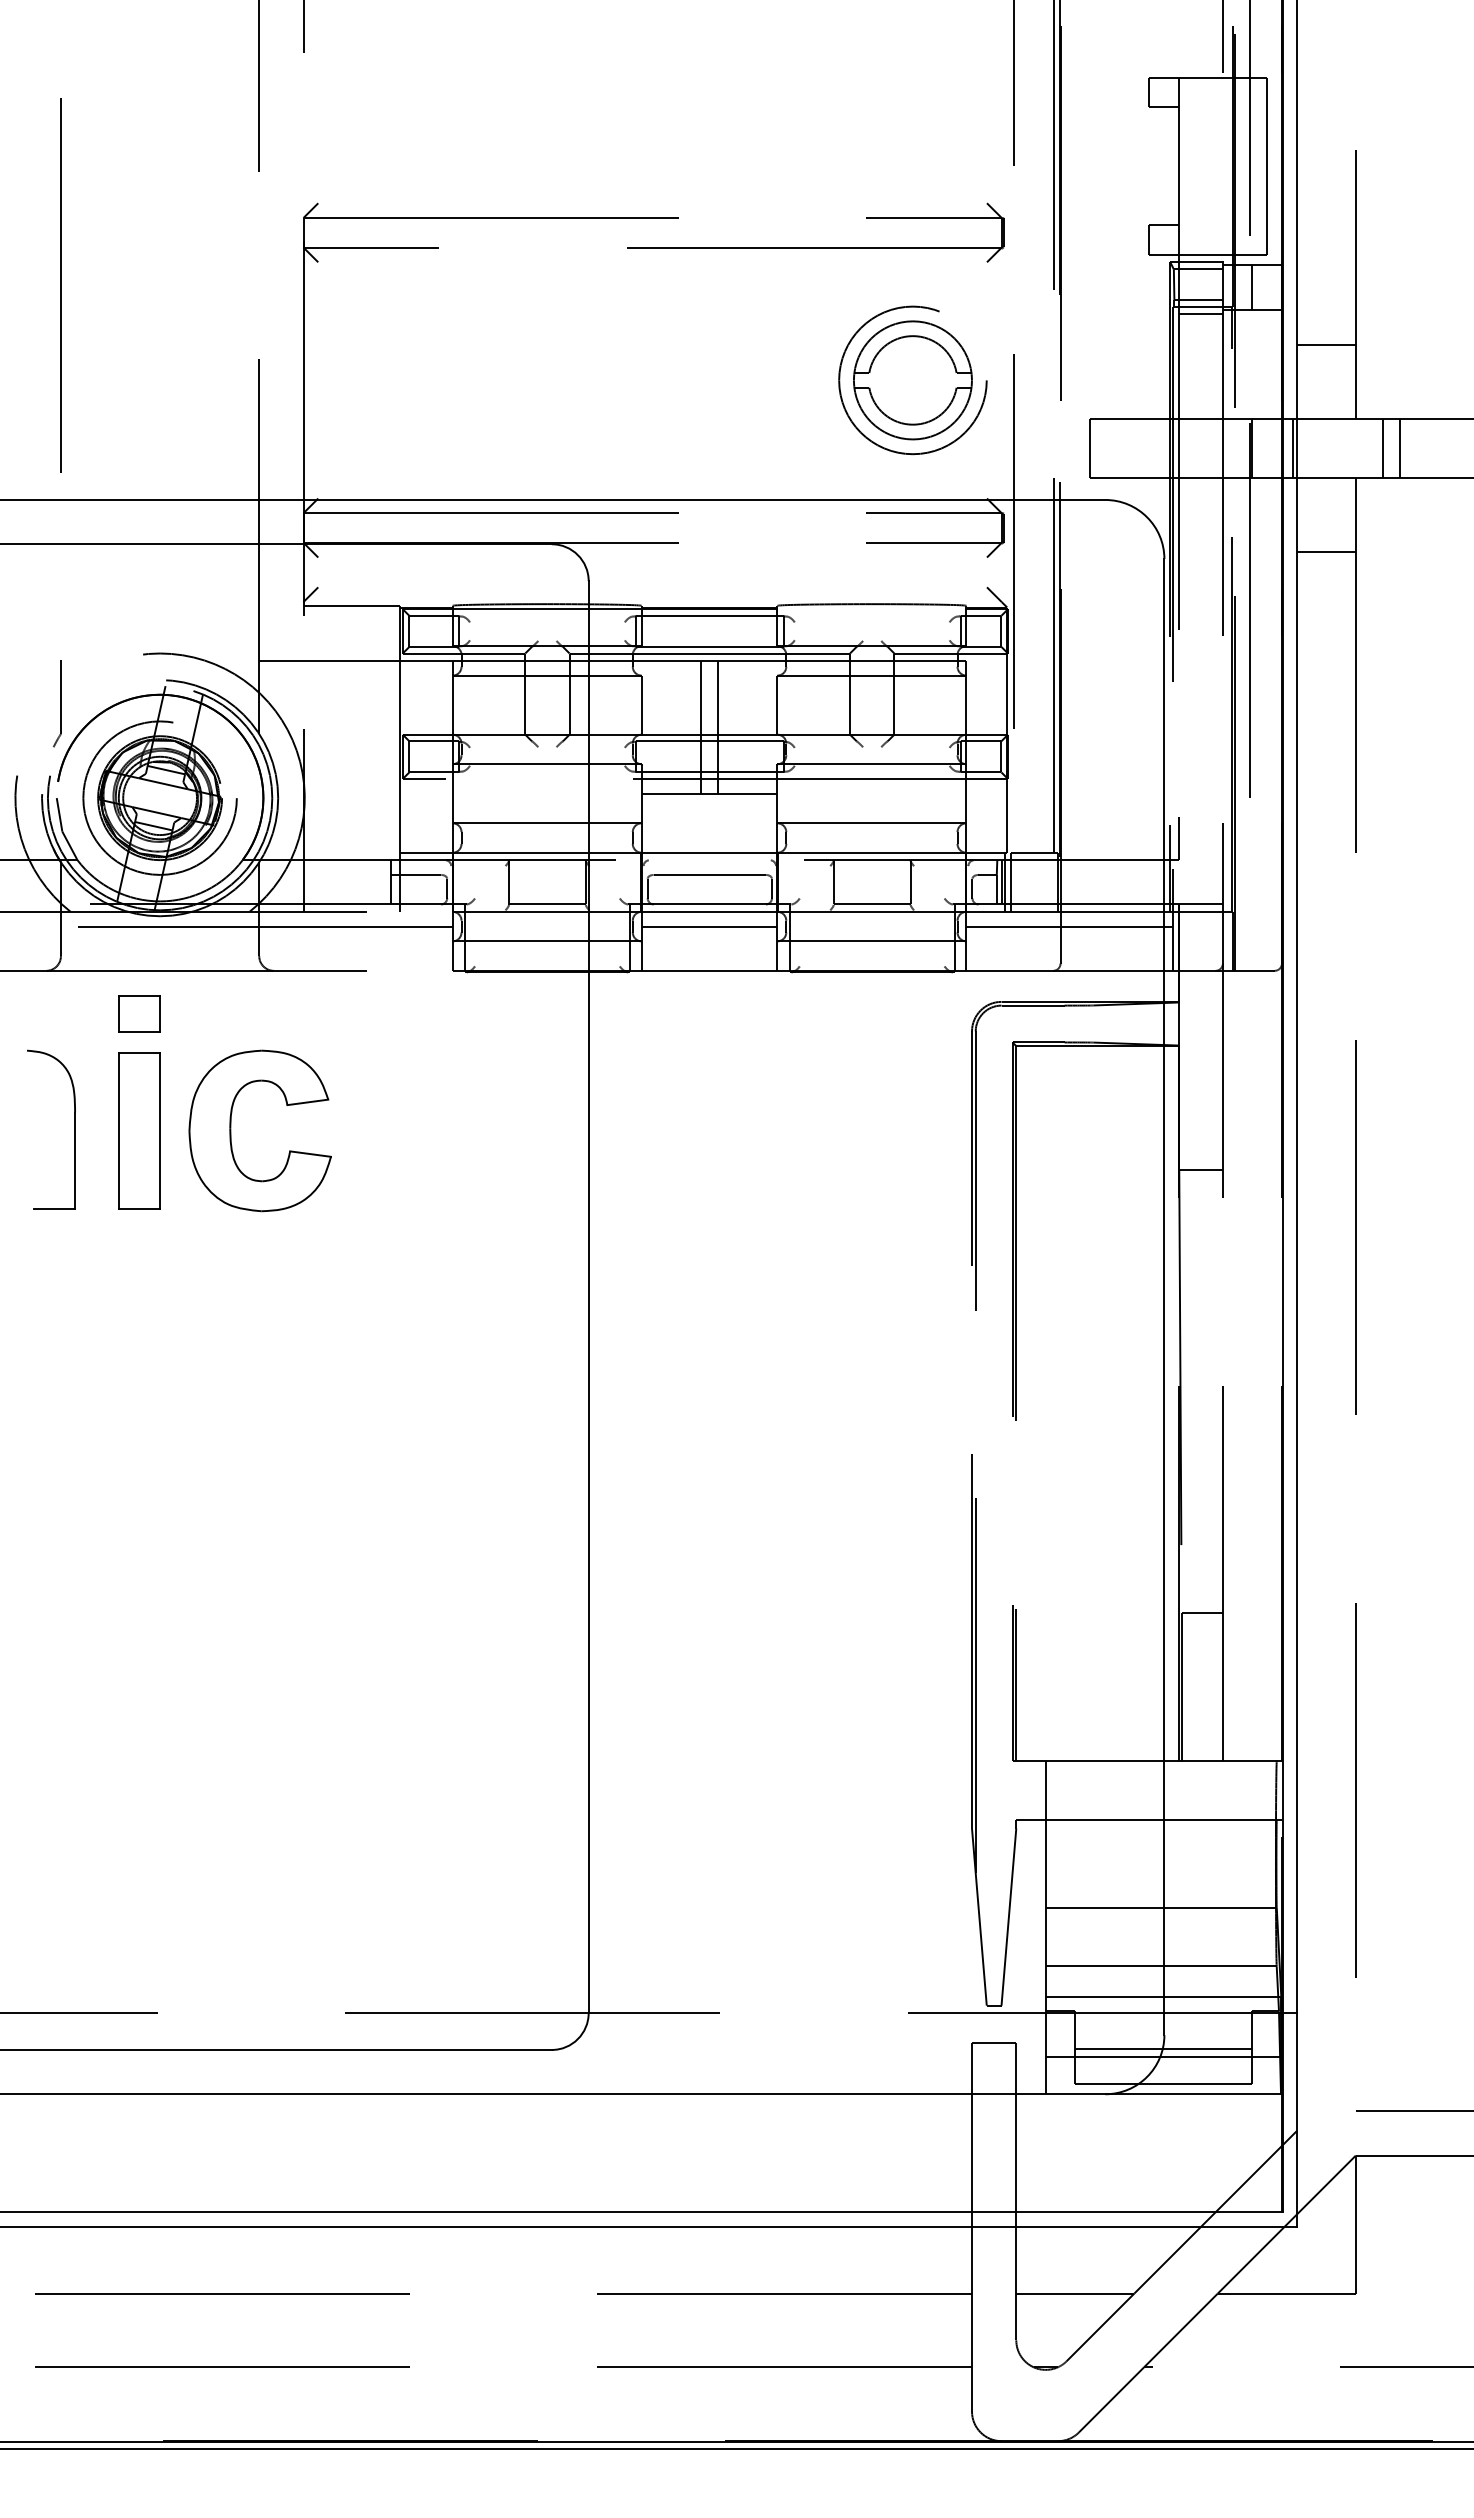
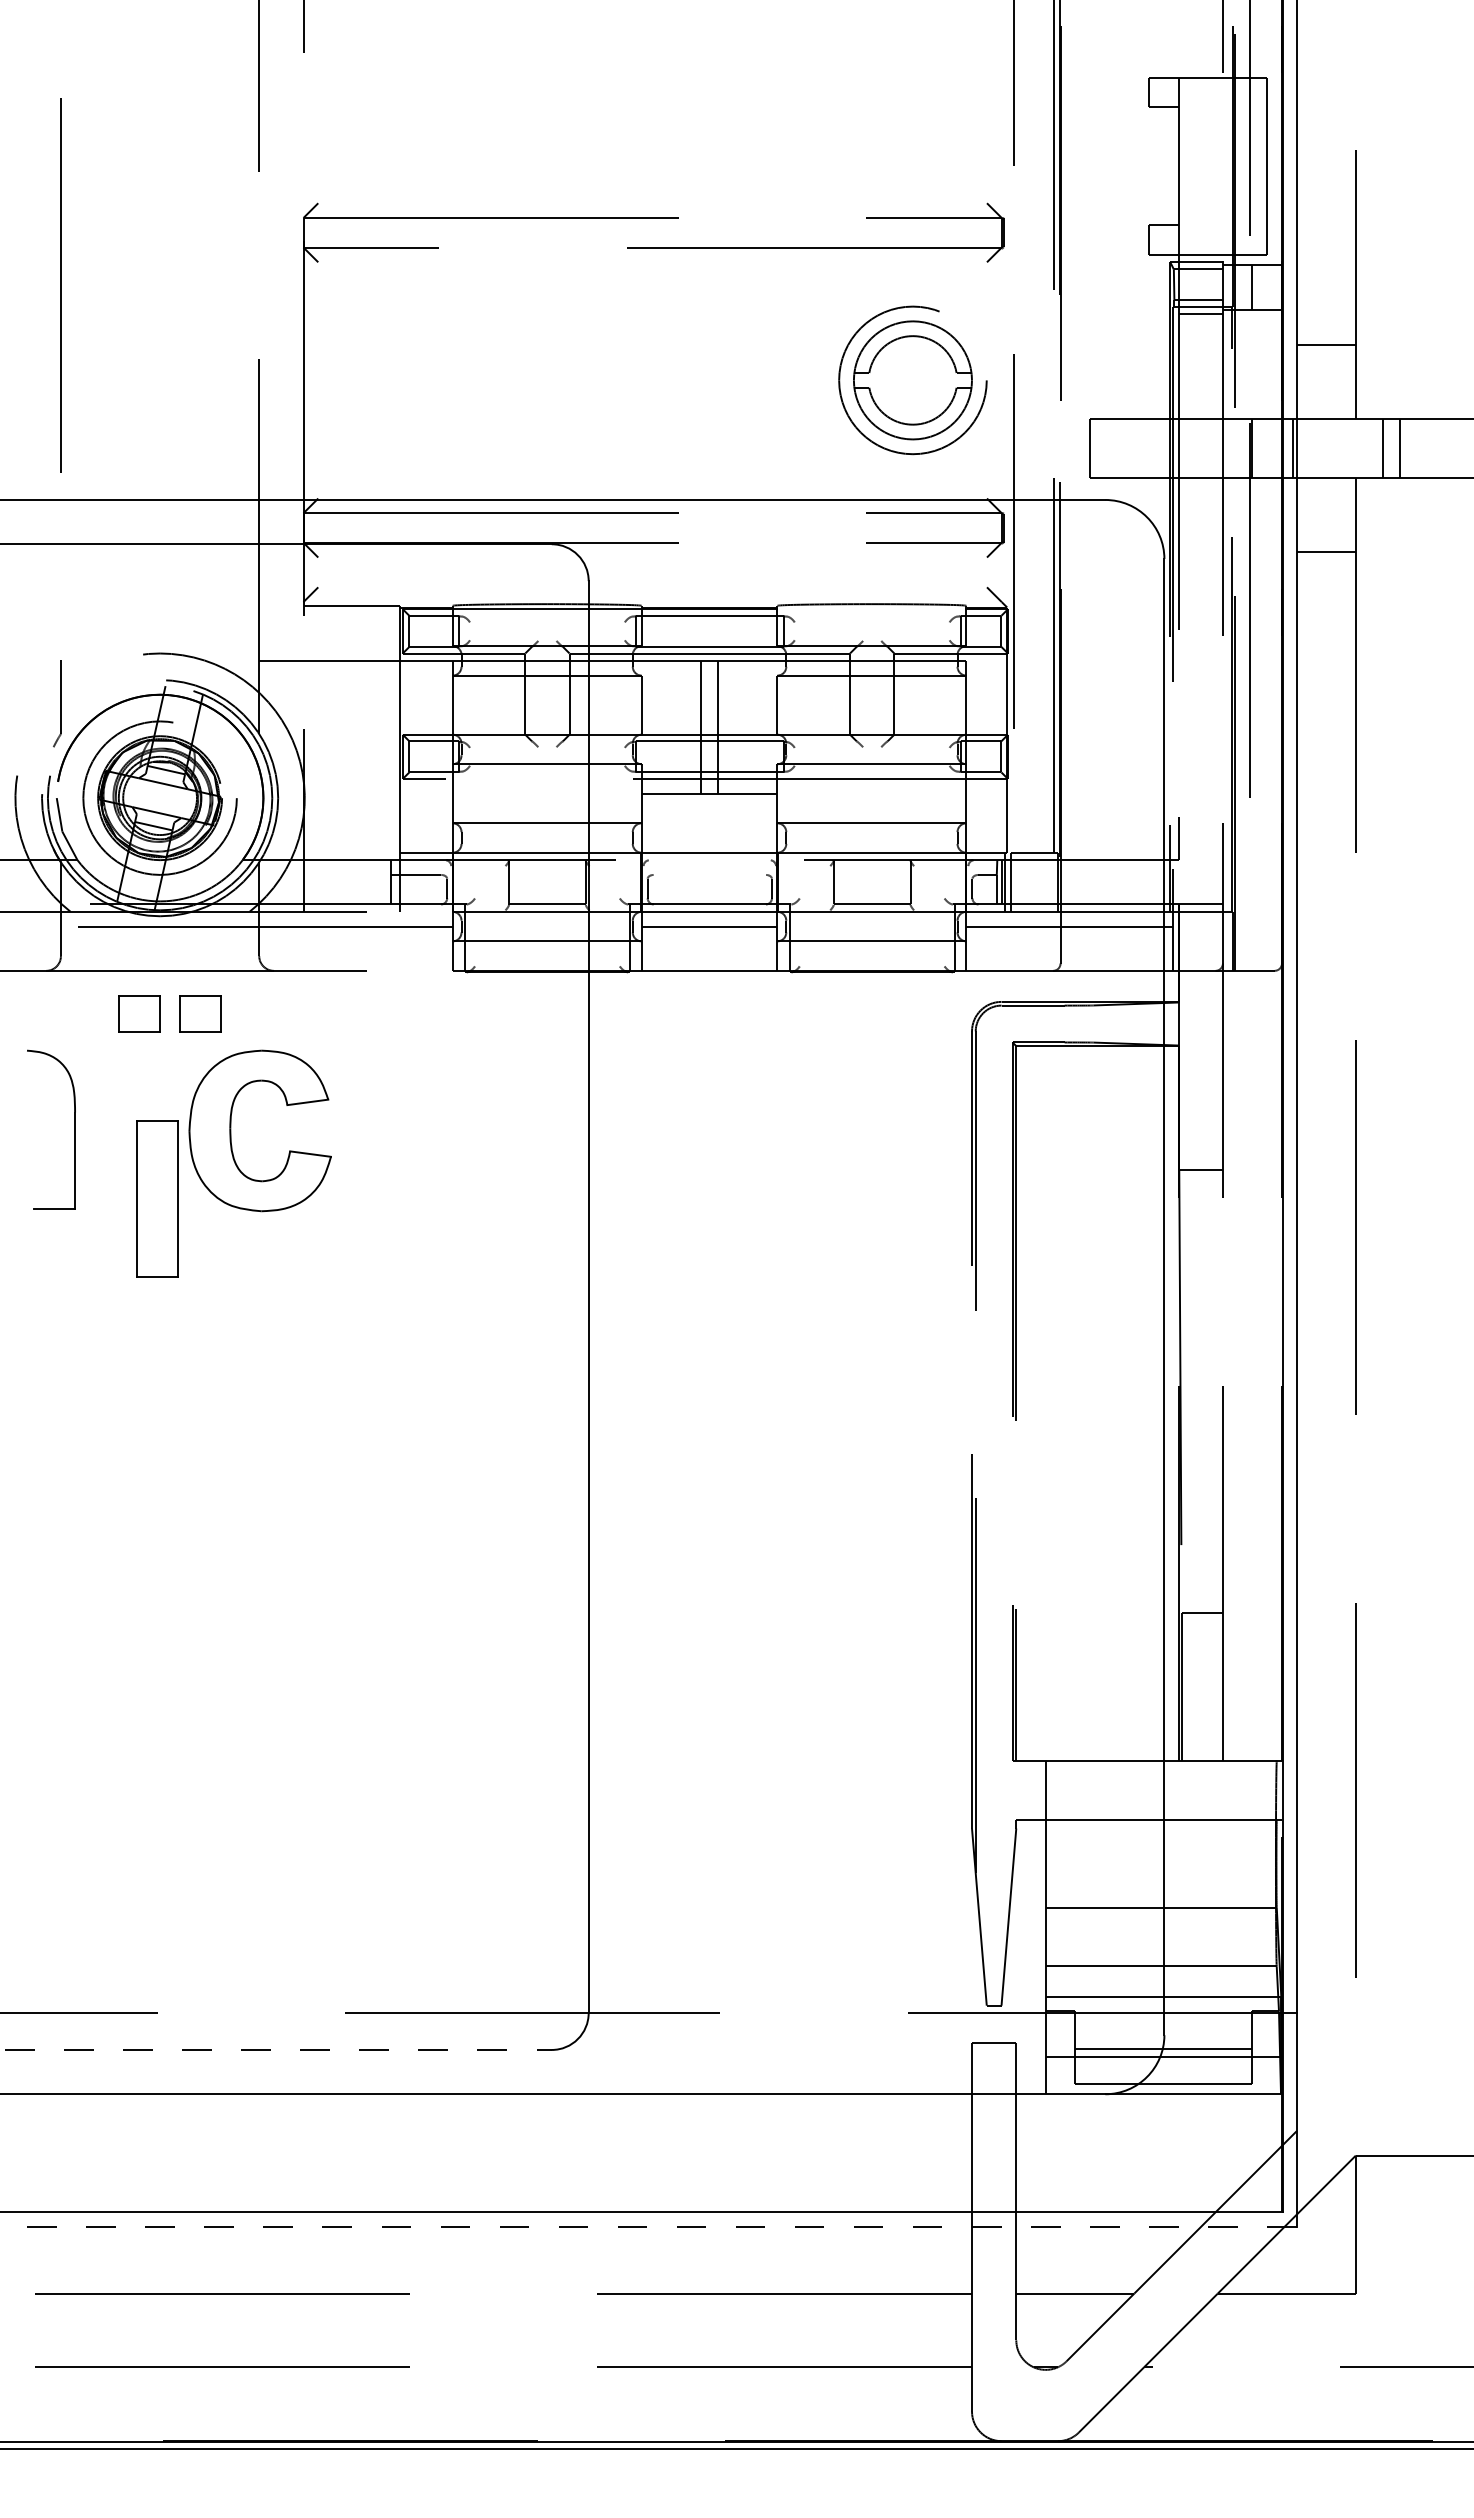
line at (709, 874): present -> none
part at (200, 1013): none -> present
part at (139, 1130) position: (139, 1130) -> (157, 1198)
line at (275, 2049): solid -> dashed
line at (1412, 2111): present -> none
line at (648, 2227): solid -> dashed
